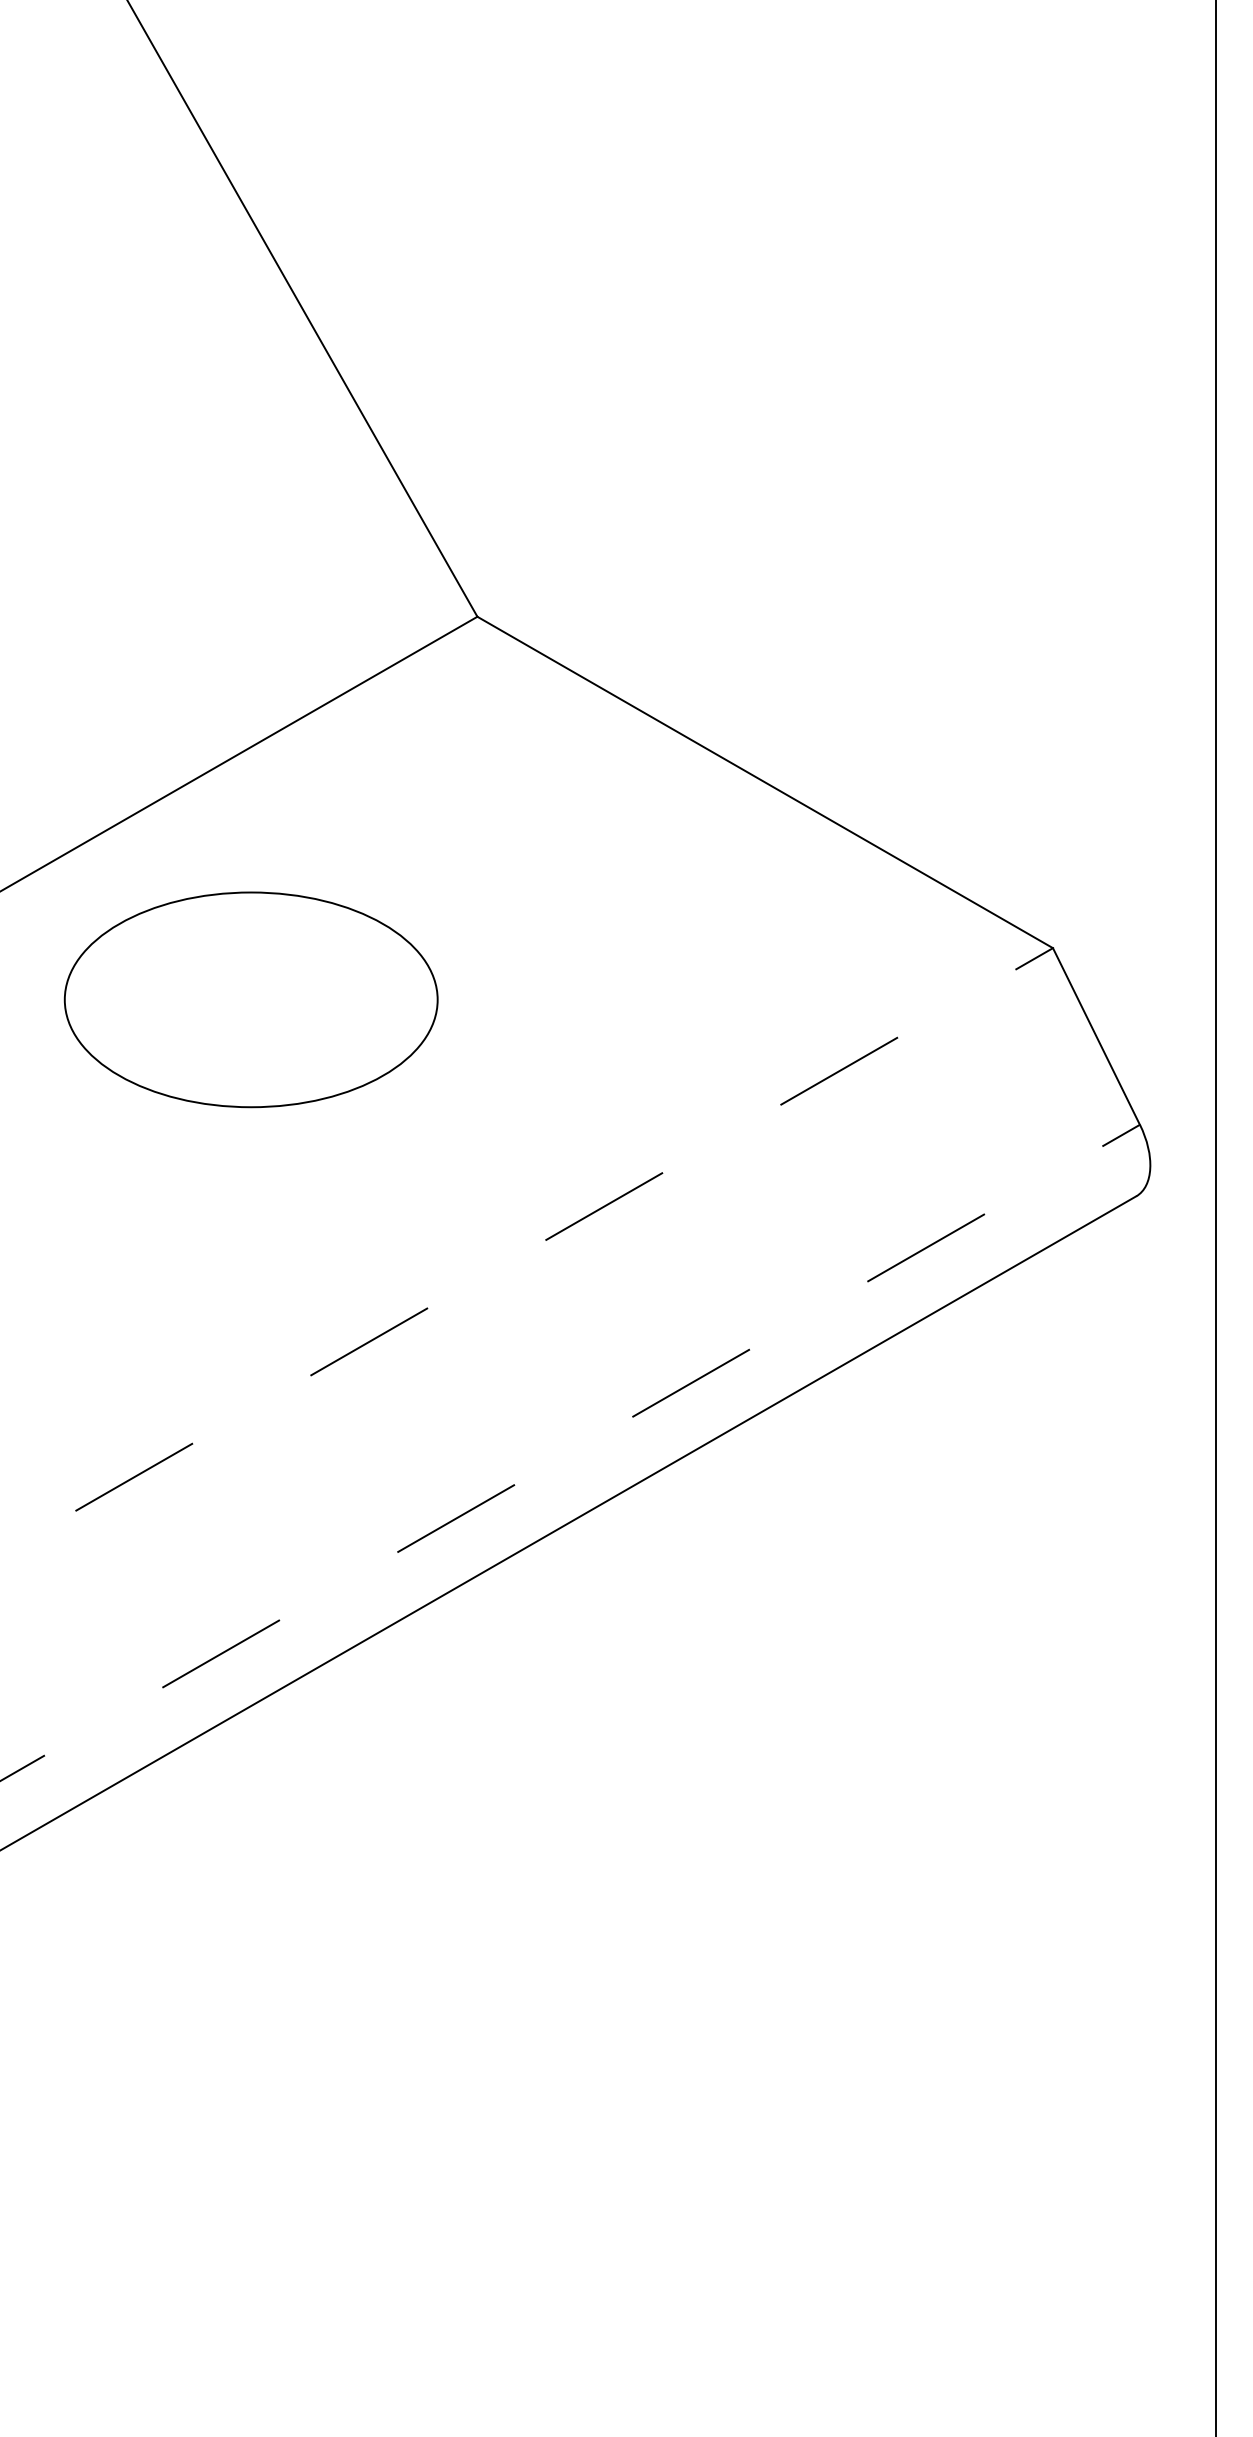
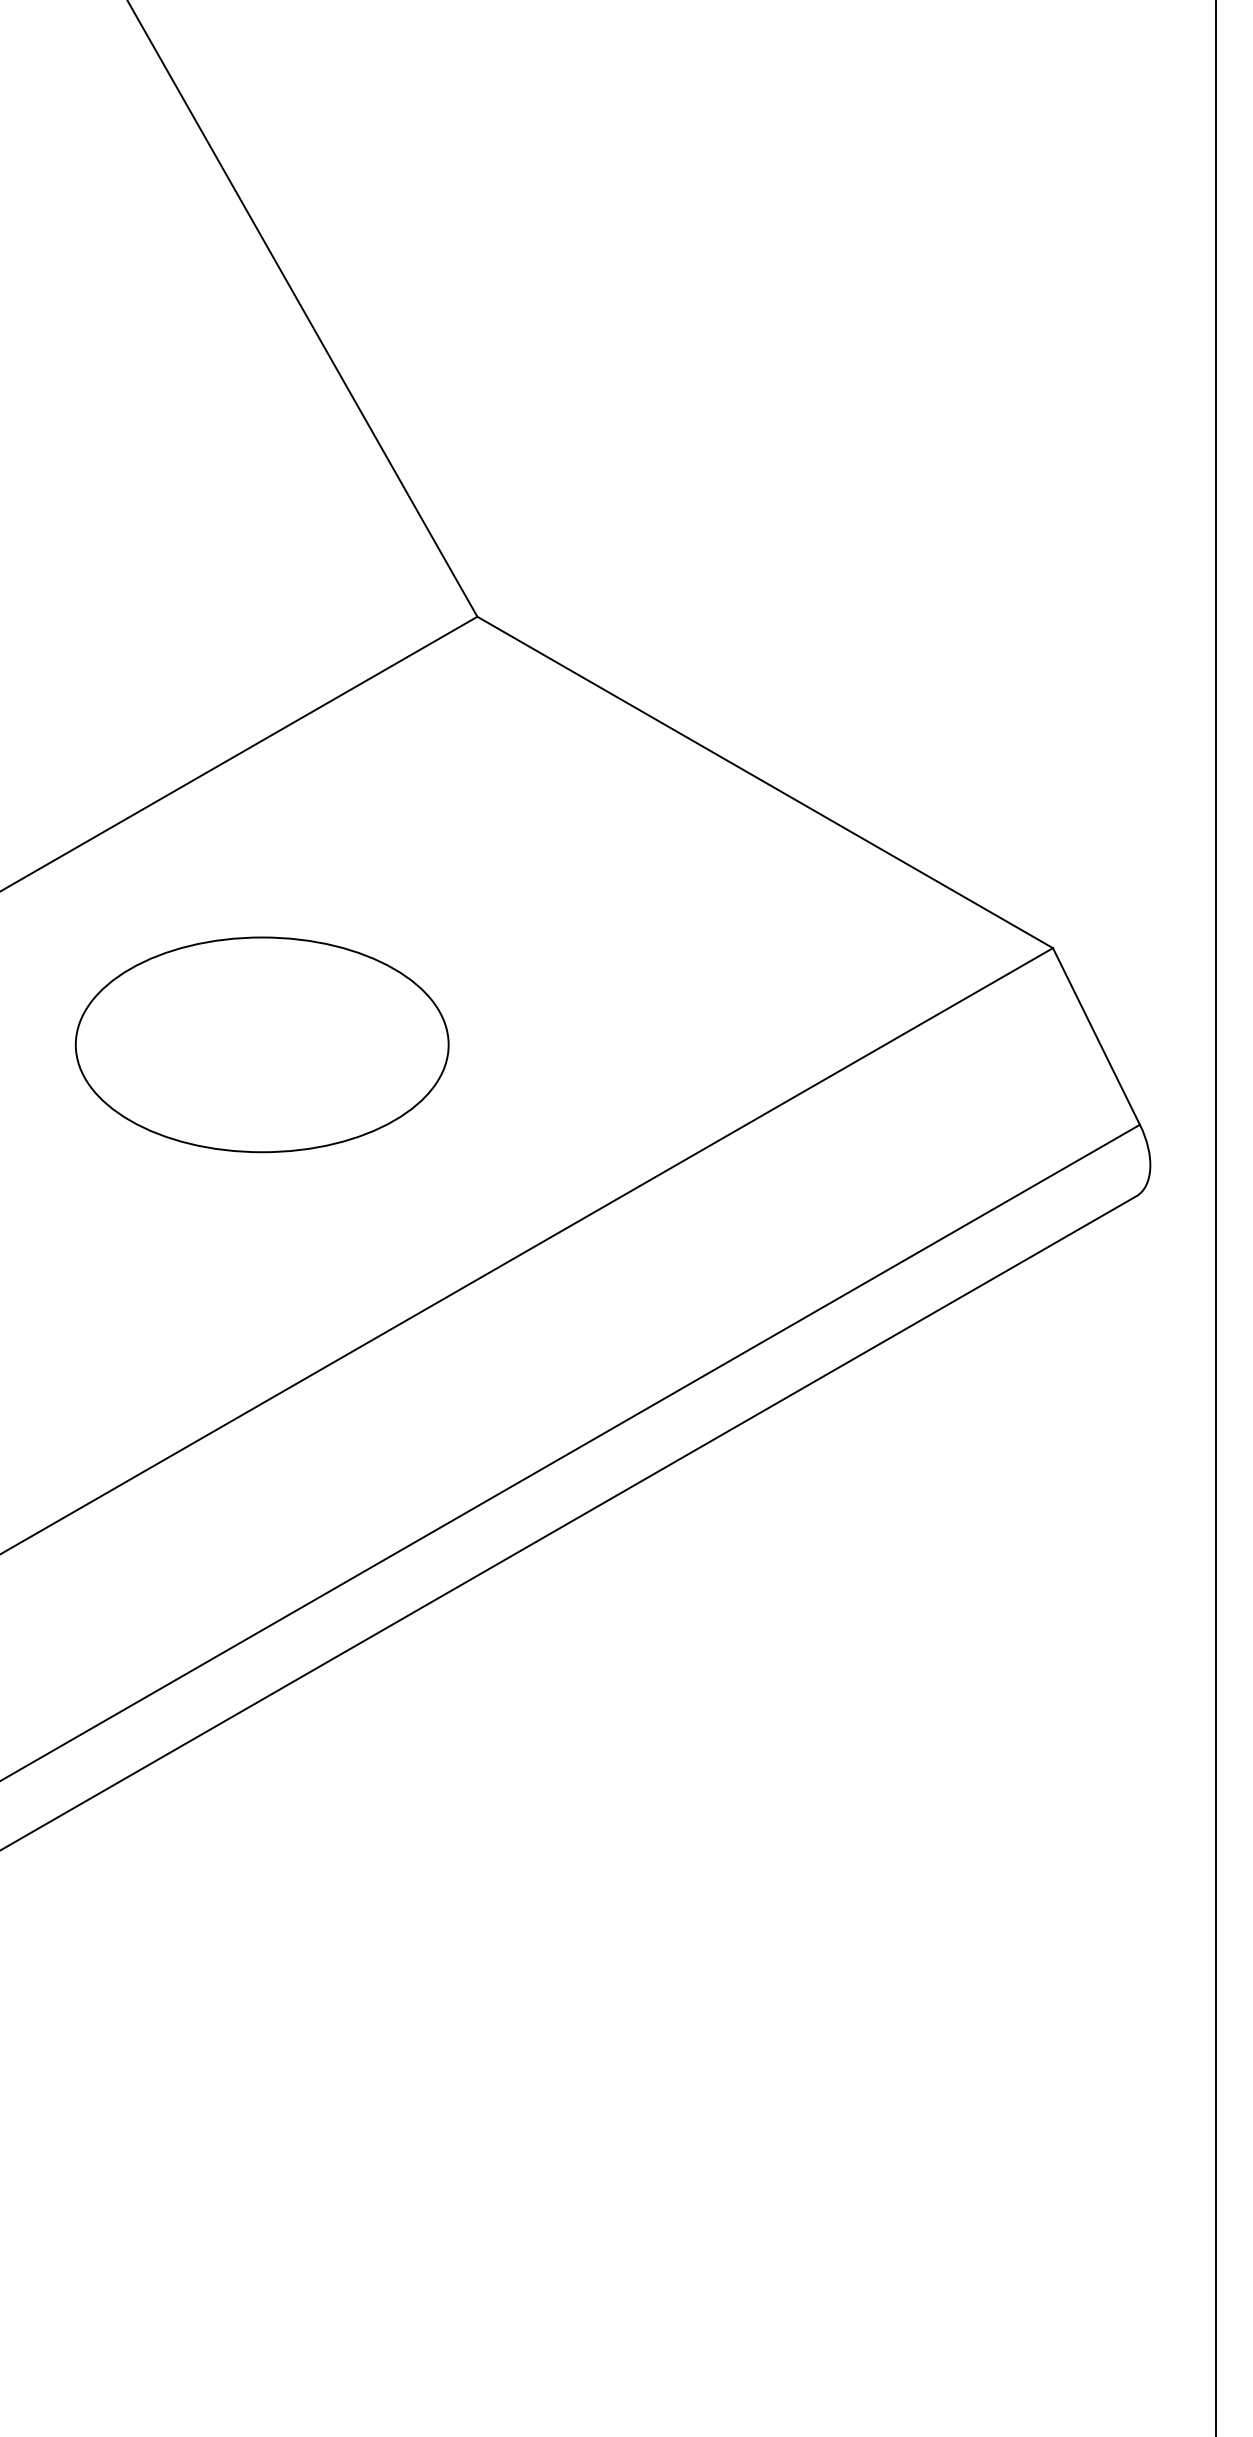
circle at (250, 999) position: (250, 999) -> (261, 1044)
line at (527, 1251): dashed -> solid
line at (570, 1452): dashed -> solid
